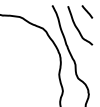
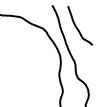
line at (87, 11): present -> none
